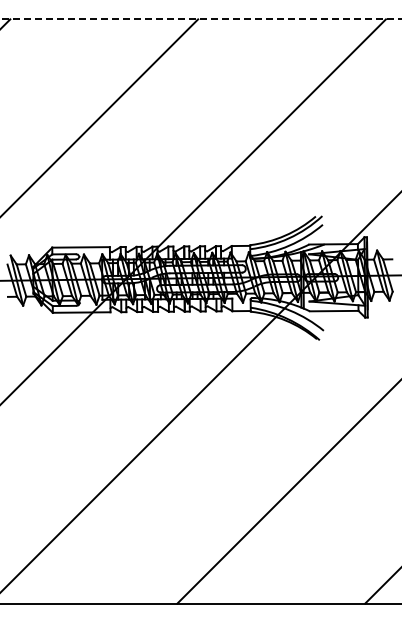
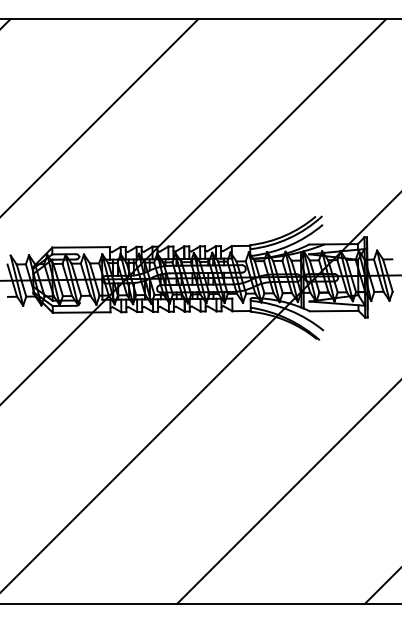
line at (200, 18): dashed -> solid
